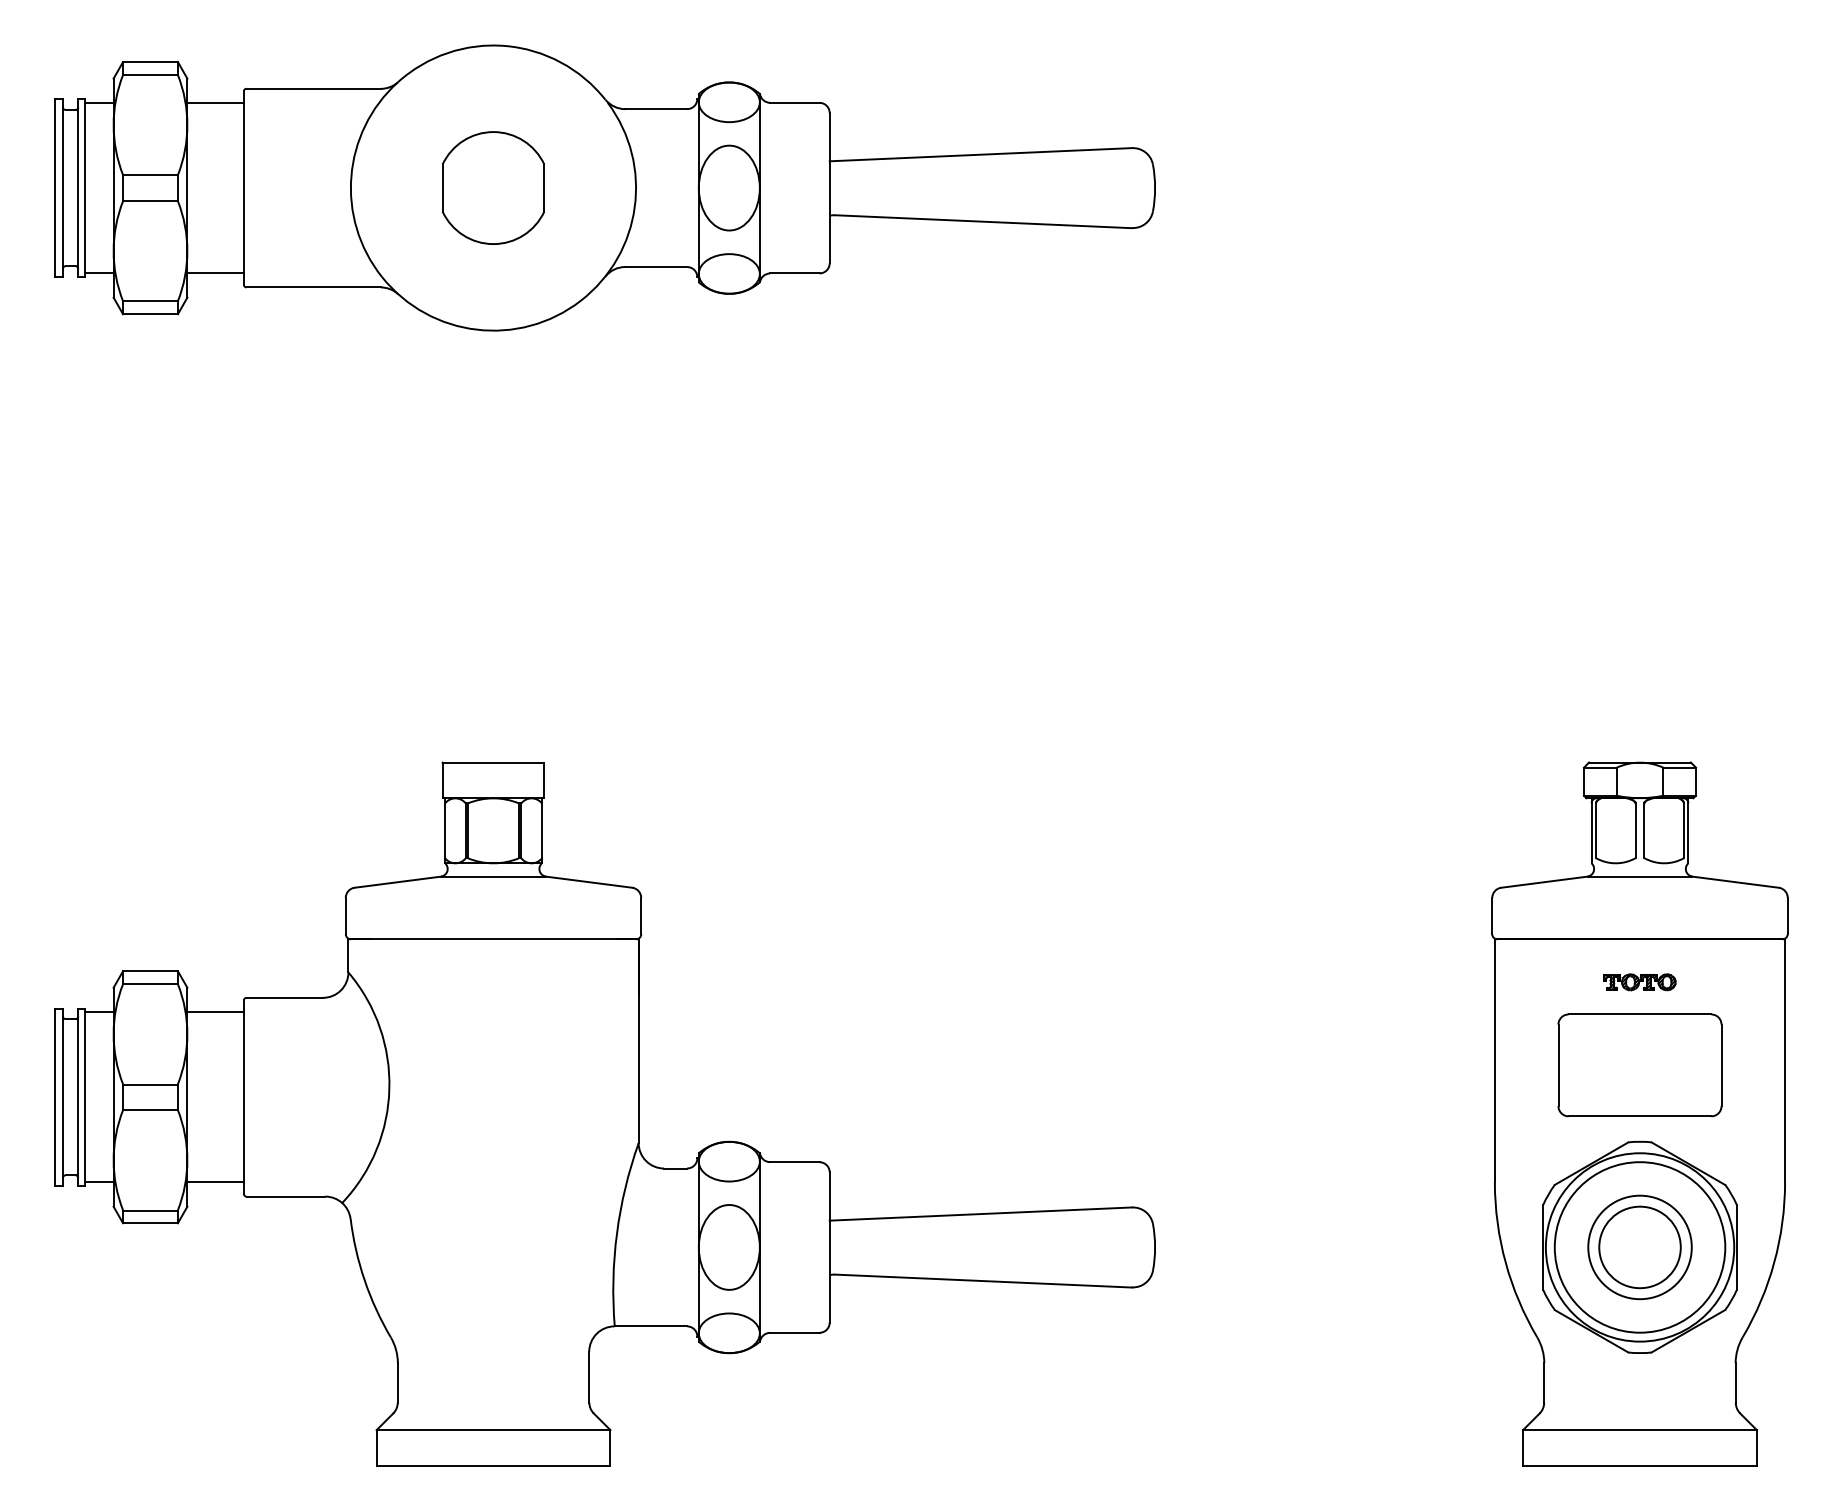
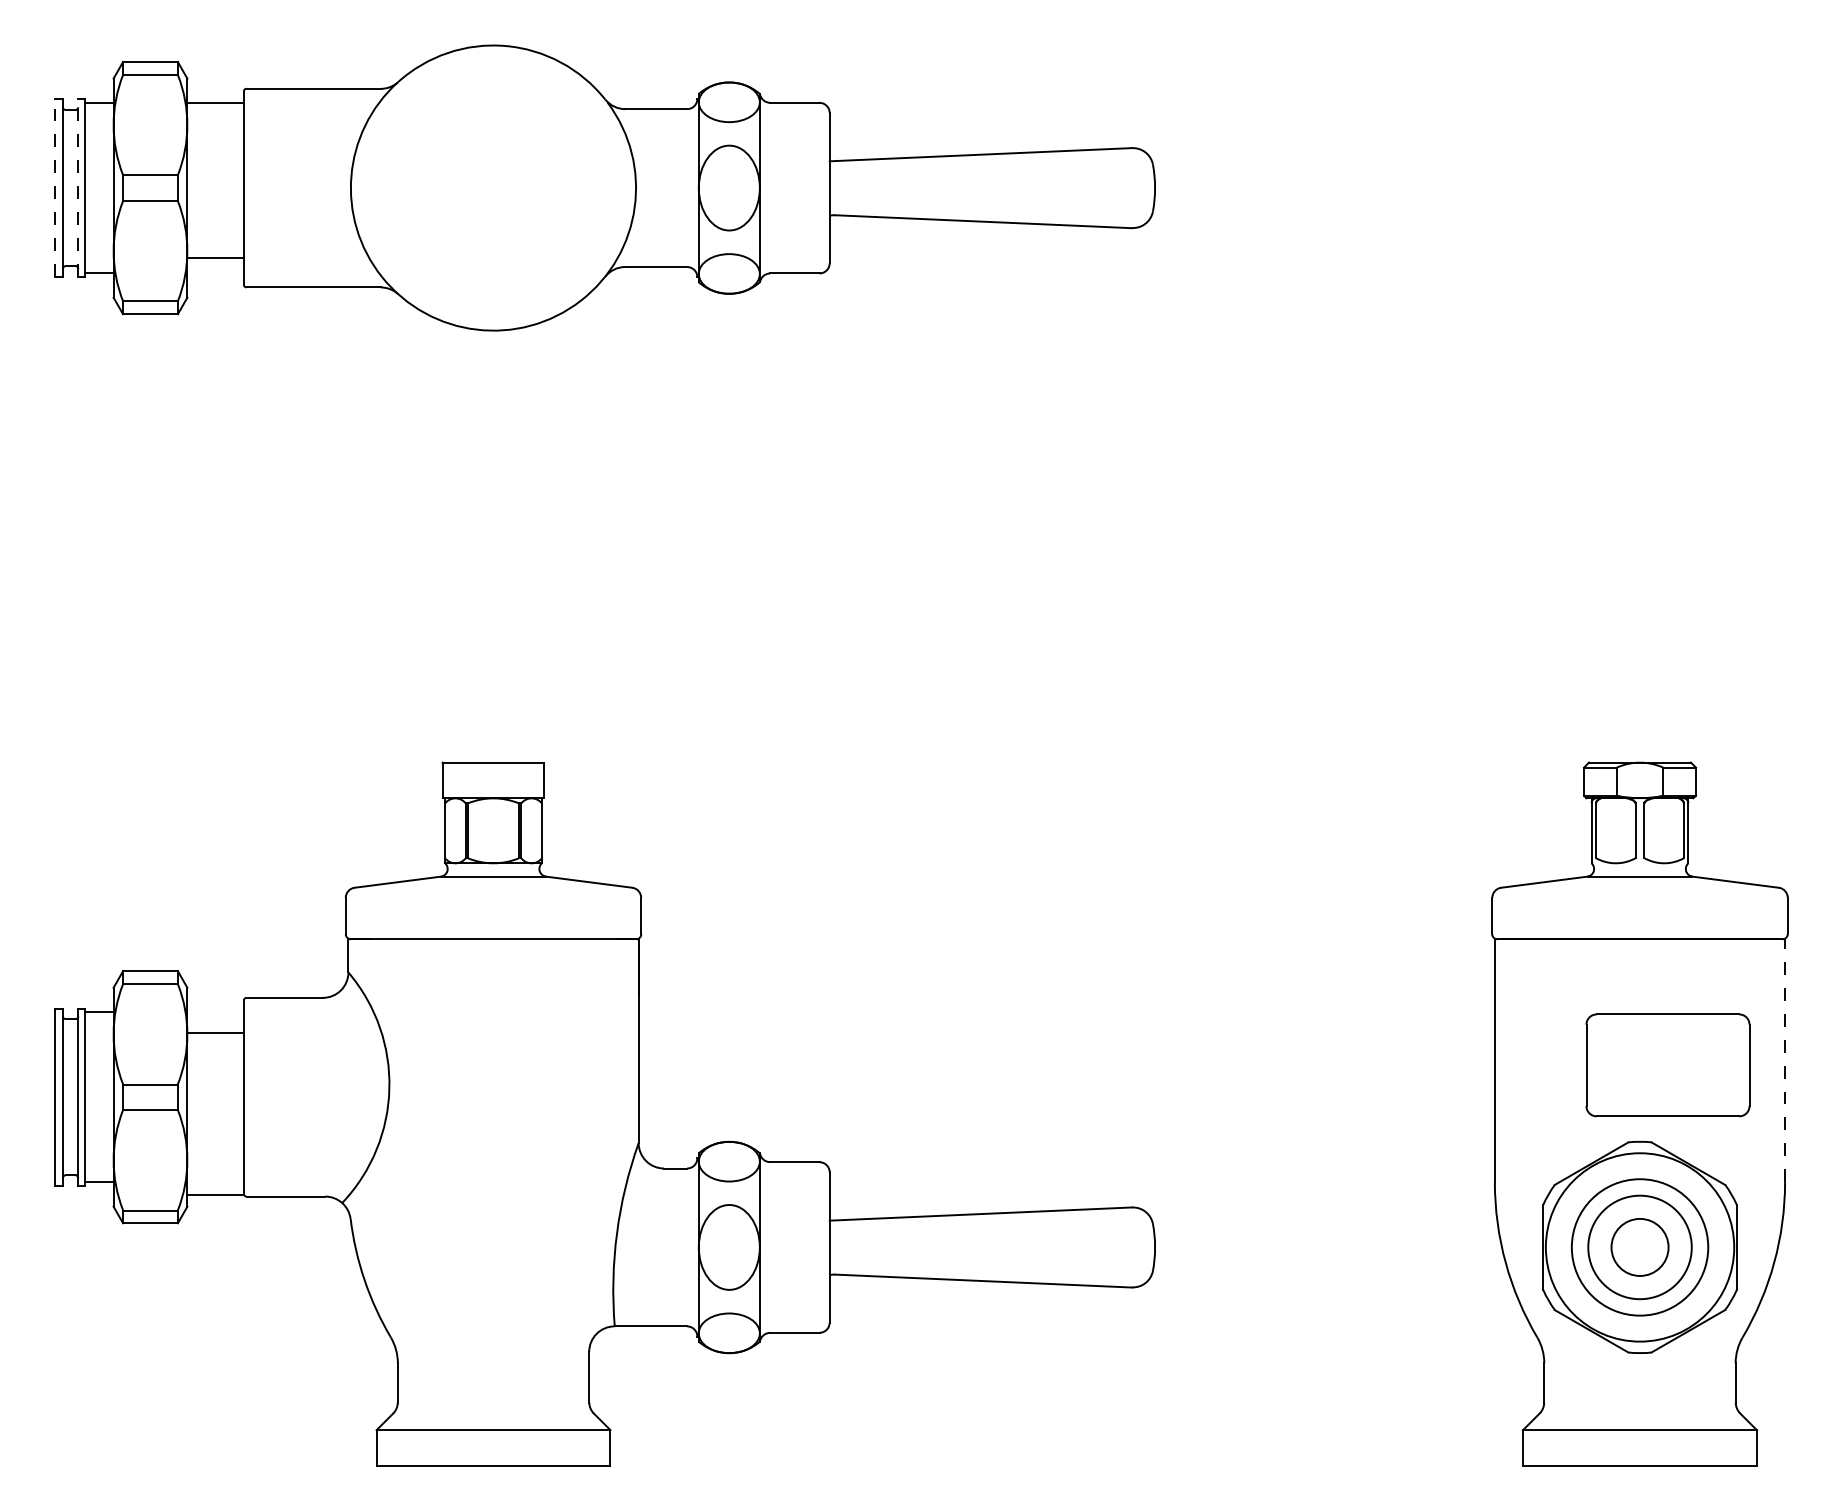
part at (493, 187): present -> none
line at (55, 188): solid -> dashed
line at (78, 188): solid -> dashed
line at (215, 273) position: (215, 273) -> (215, 258)
part at (1639, 982): present -> none
line at (215, 1011) position: (215, 1011) -> (215, 1032)
line at (1785, 1060): solid -> dashed
part at (1639, 1065) position: (1639, 1065) -> (1667, 1065)
line at (215, 1182) position: (215, 1182) -> (215, 1195)
circle at (1639, 1247) diameter: 171 px -> 136 px
circle at (1639, 1247) diameter: 82 px -> 57 px
